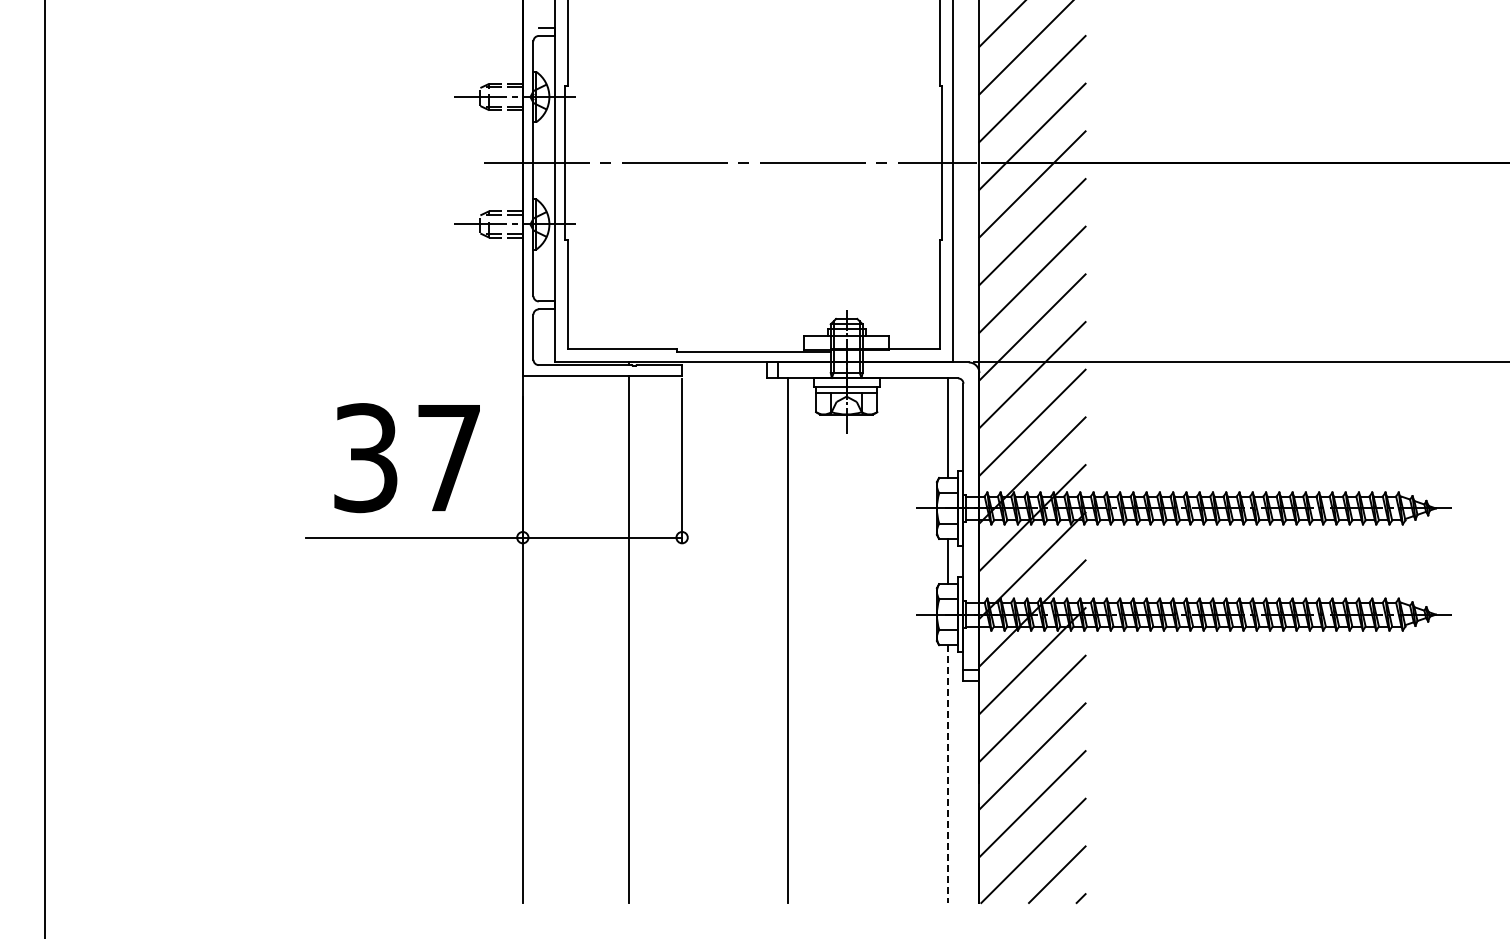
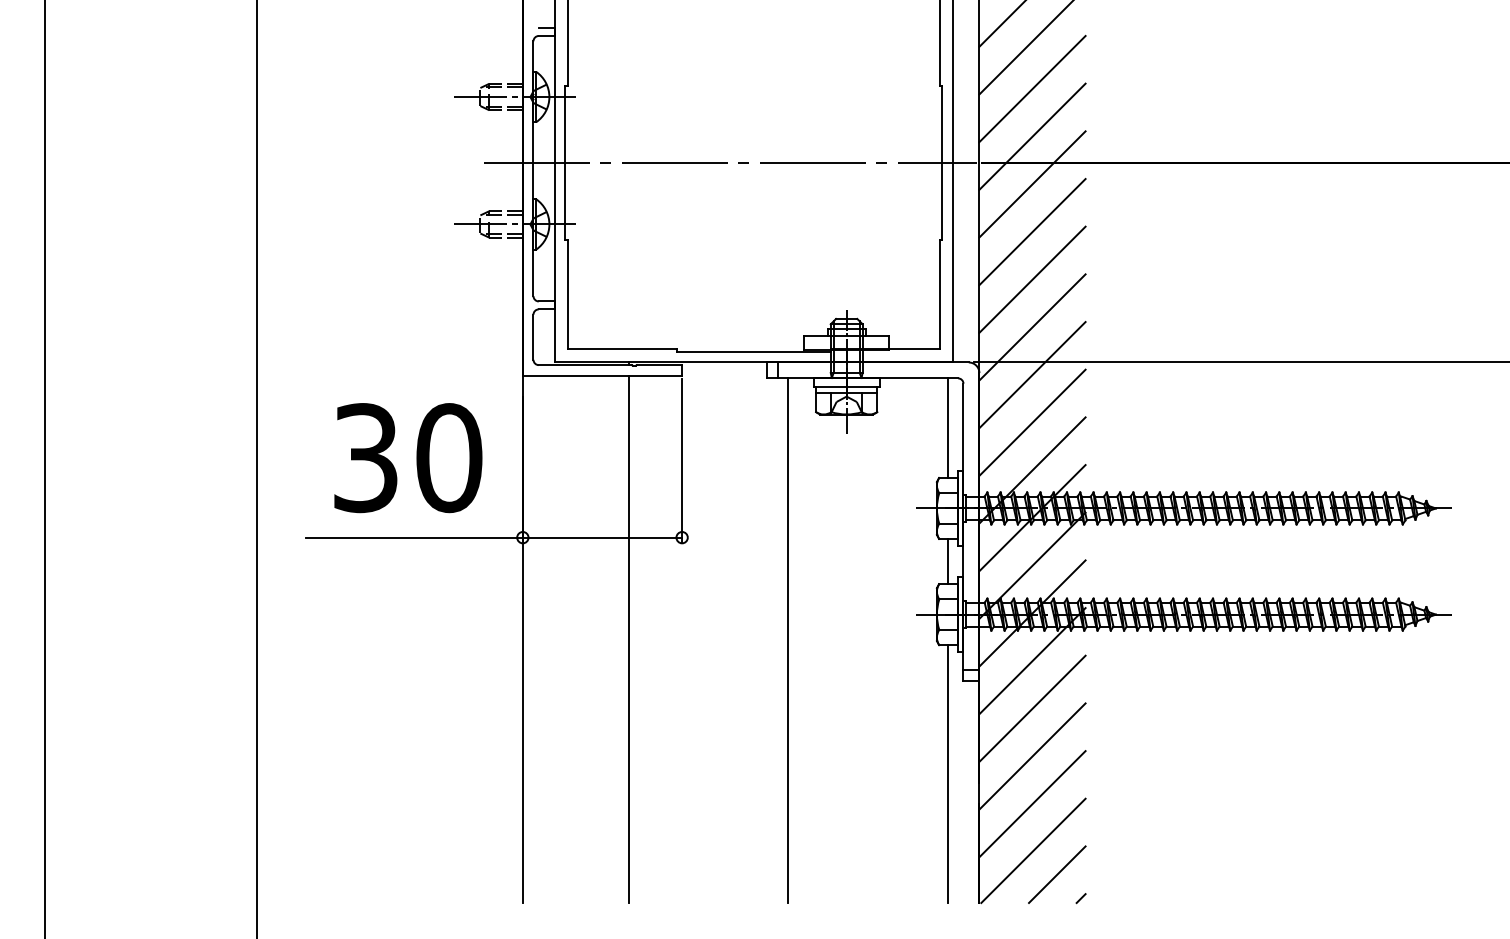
text at (449, 458): 37 -> 30
line at (257, 468): none -> present
line at (947, 774): dashed -> solid
